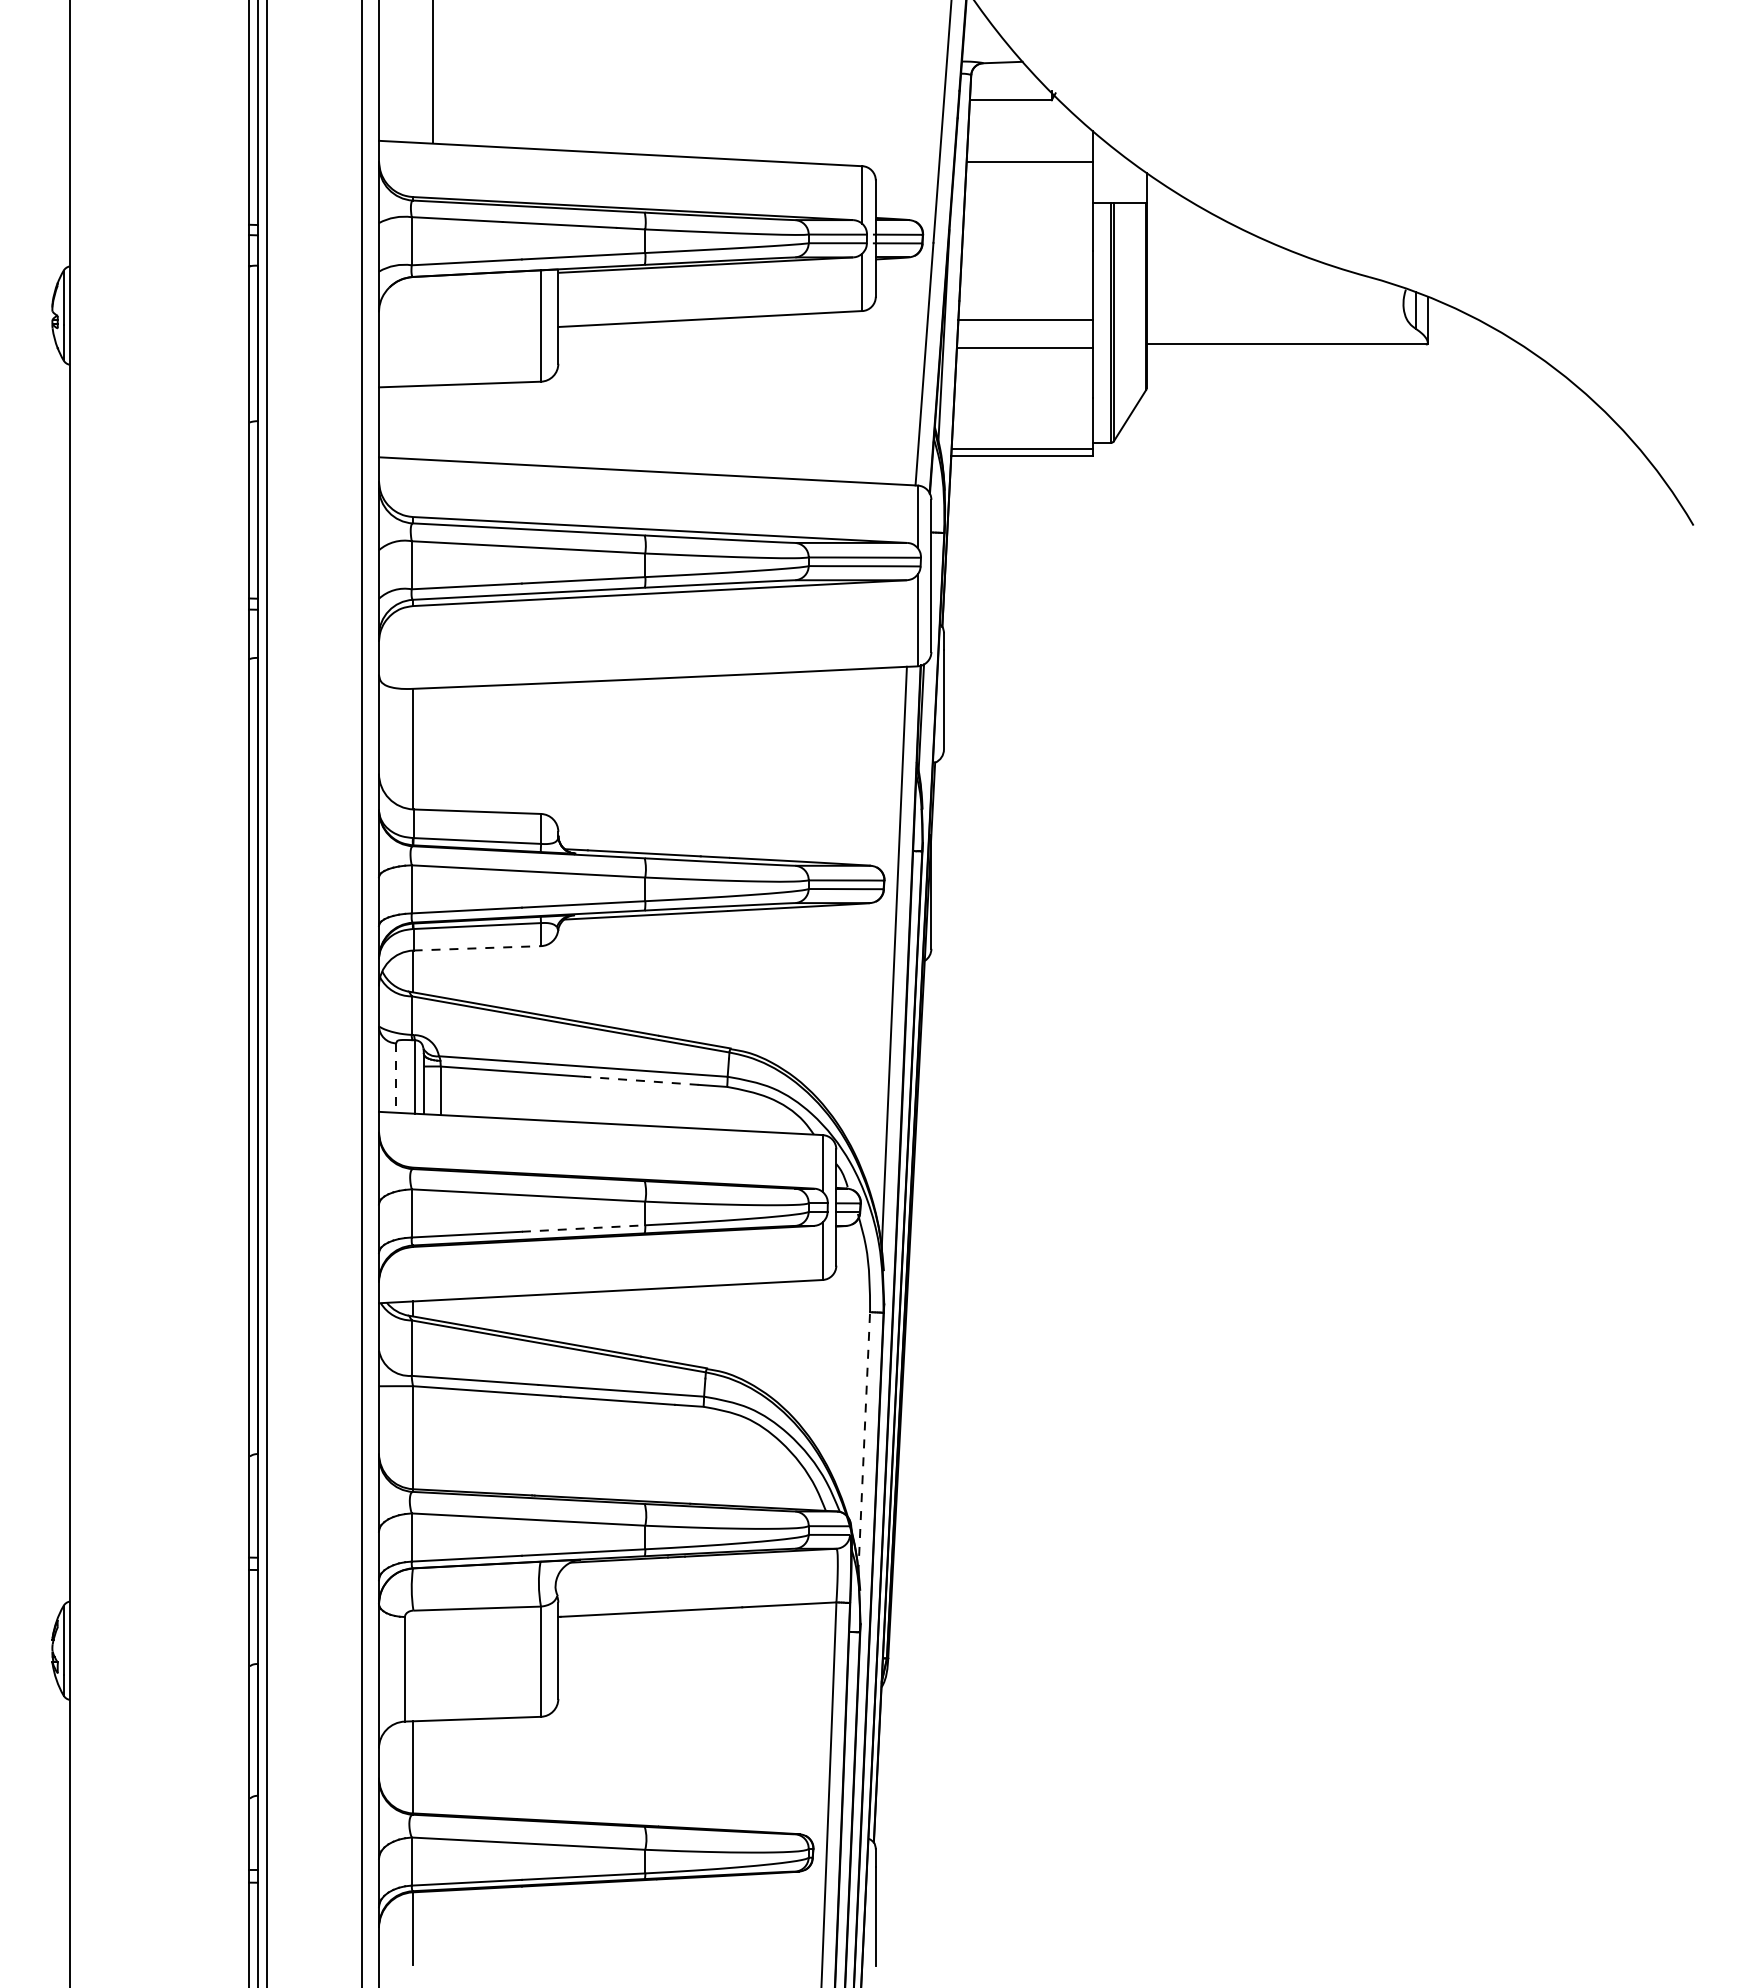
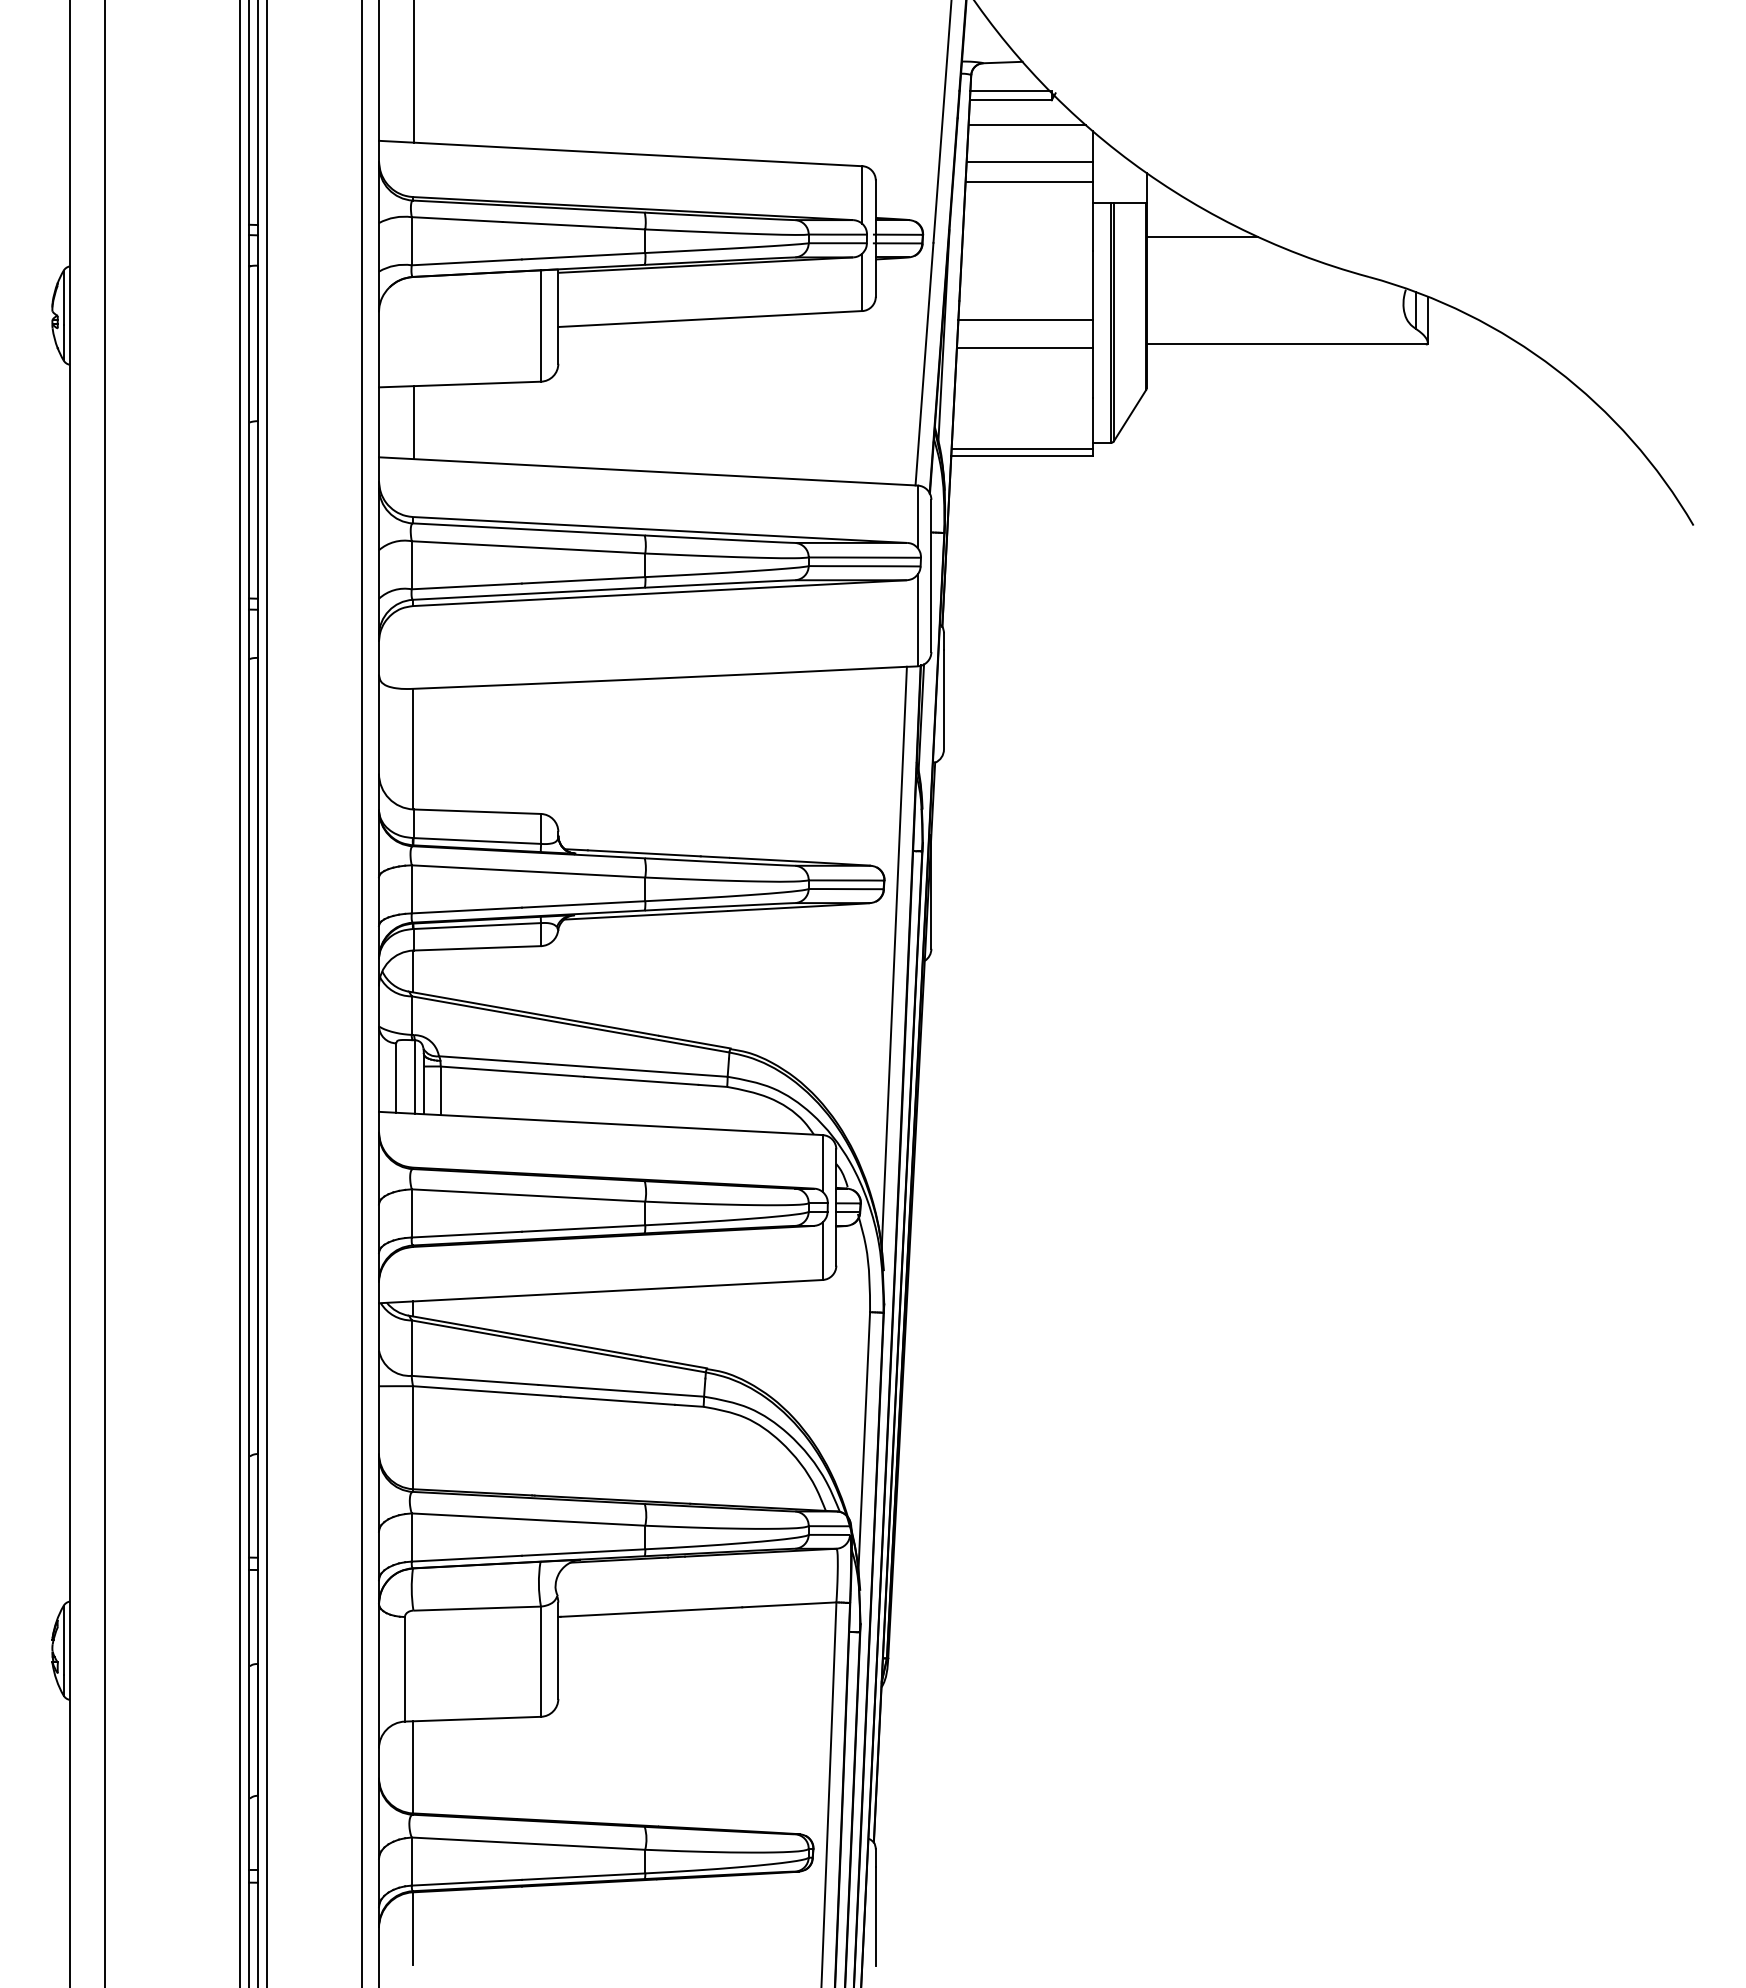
line at (432, 72) position: (432, 72) -> (413, 72)
line at (1010, 91): none -> present
line at (1026, 124): none -> present
line at (1028, 182): none -> present
line at (1201, 236): none -> present
line at (413, 422): none -> present
line at (477, 948): dashed -> solid
line at (105, 993): none -> present
line at (239, 993): none -> present
line at (396, 1078): dashed -> solid
line at (640, 1080): dashed -> solid
line at (583, 1228): dashed -> solid
line at (864, 1443): dashed -> solid
